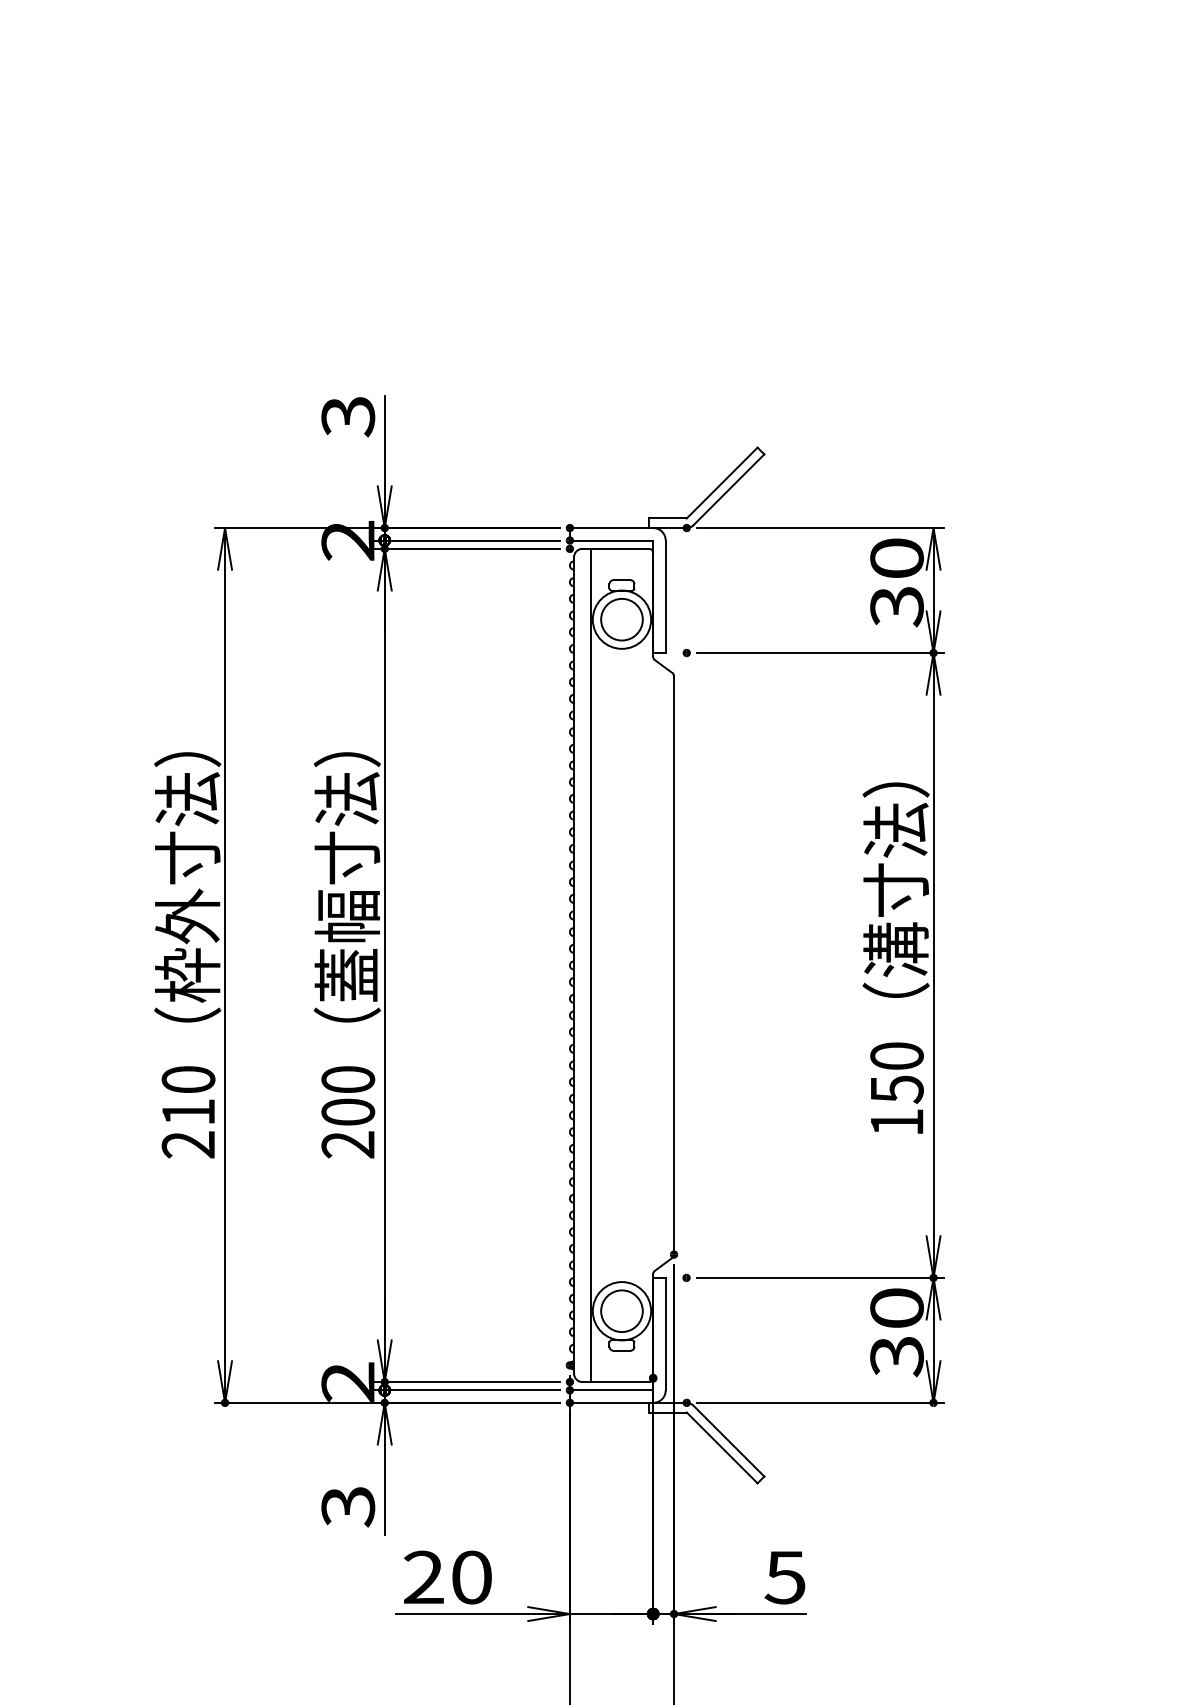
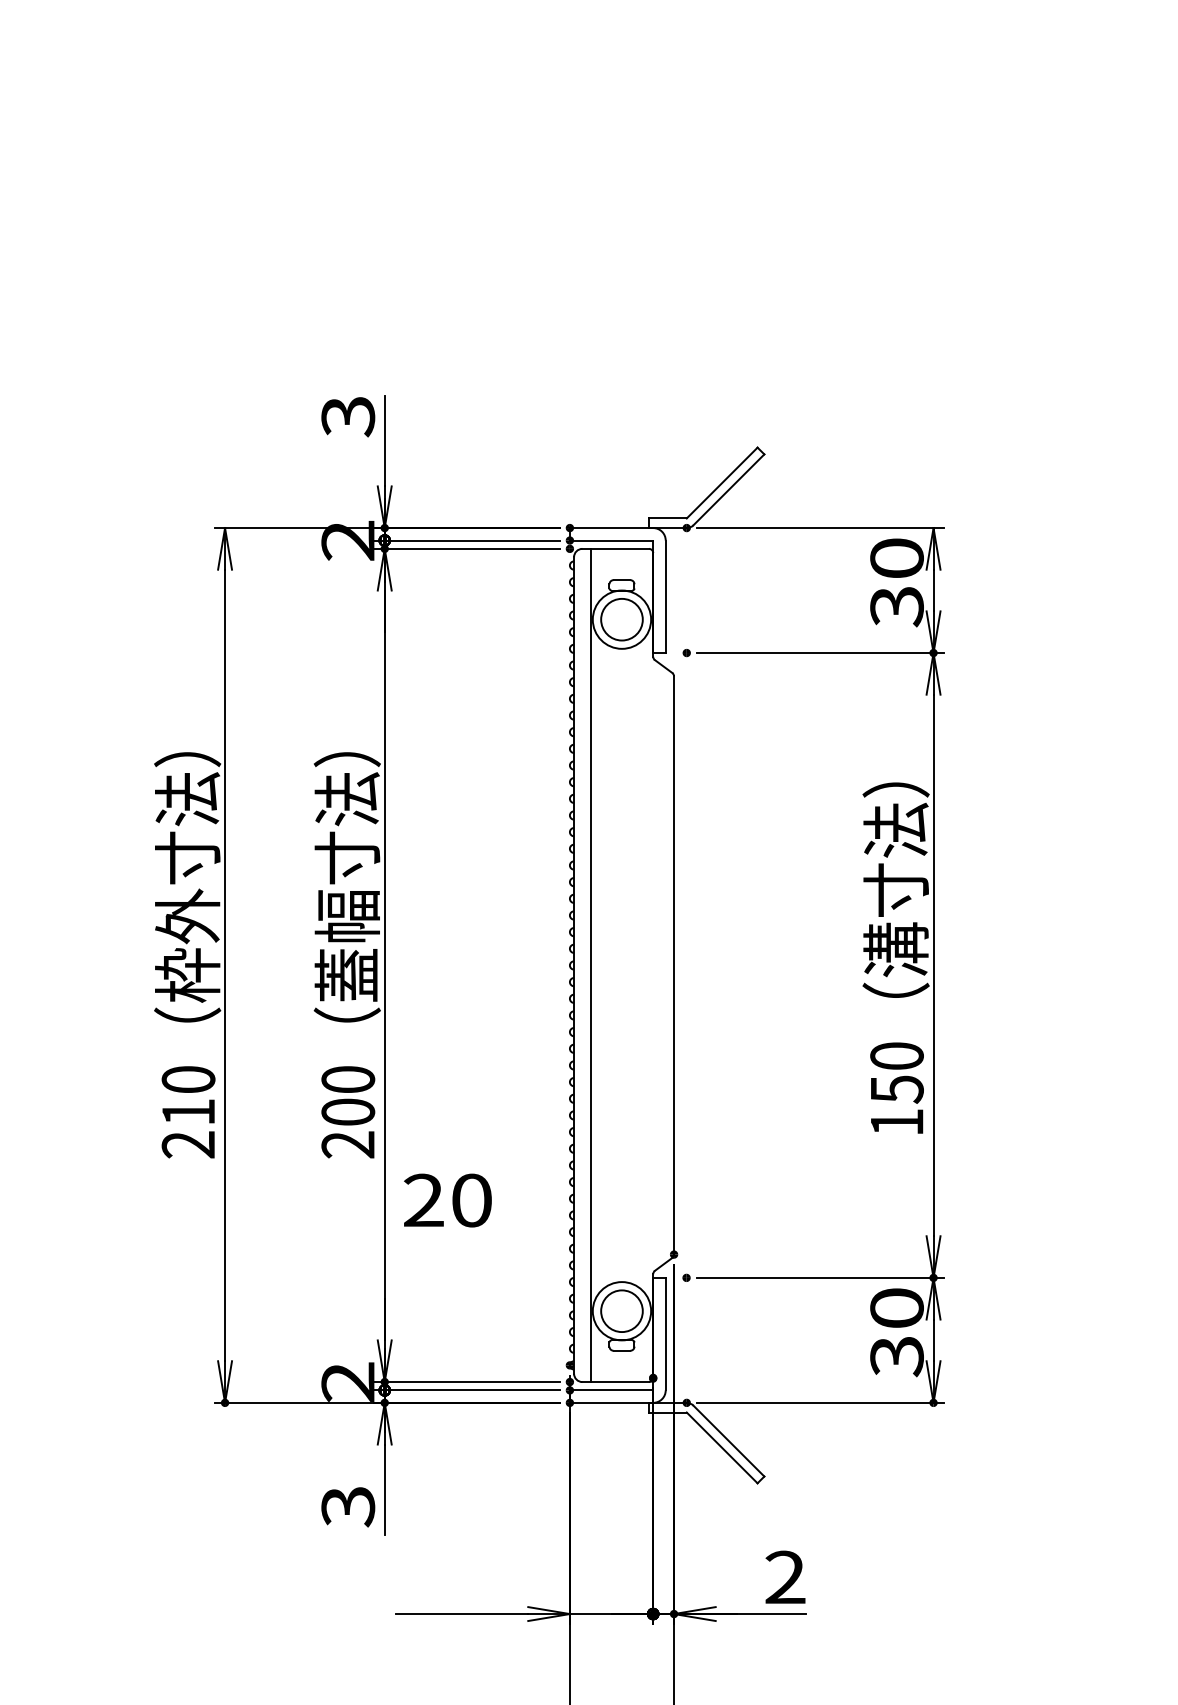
text at (447, 1577) position: (447, 1577) -> (447, 1200)
text at (784, 1577): 5 -> 2
